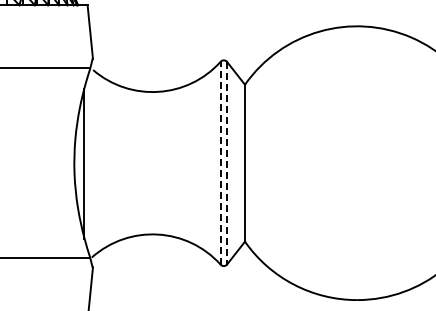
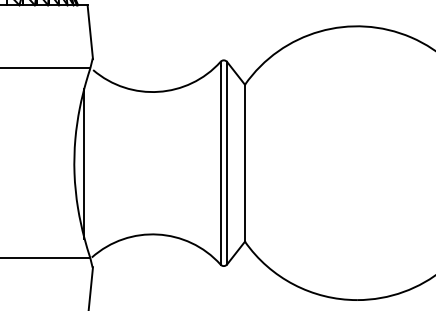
line at (227, 163): dashed -> solid
line at (220, 165): dashed -> solid
